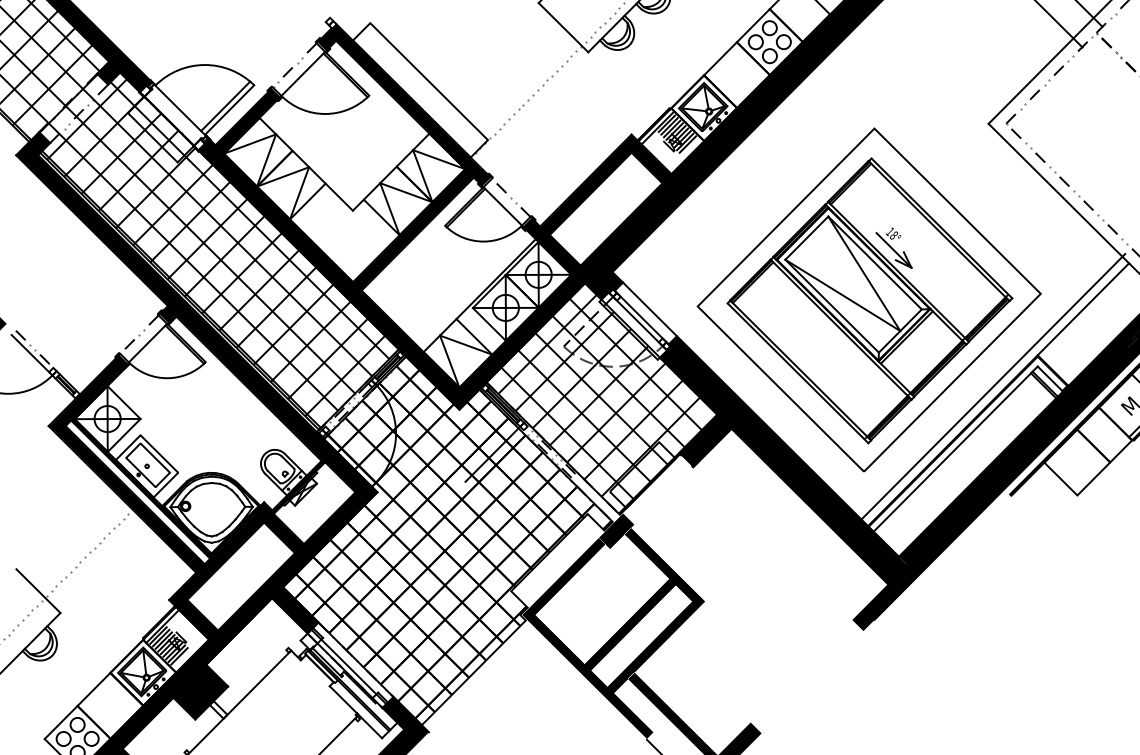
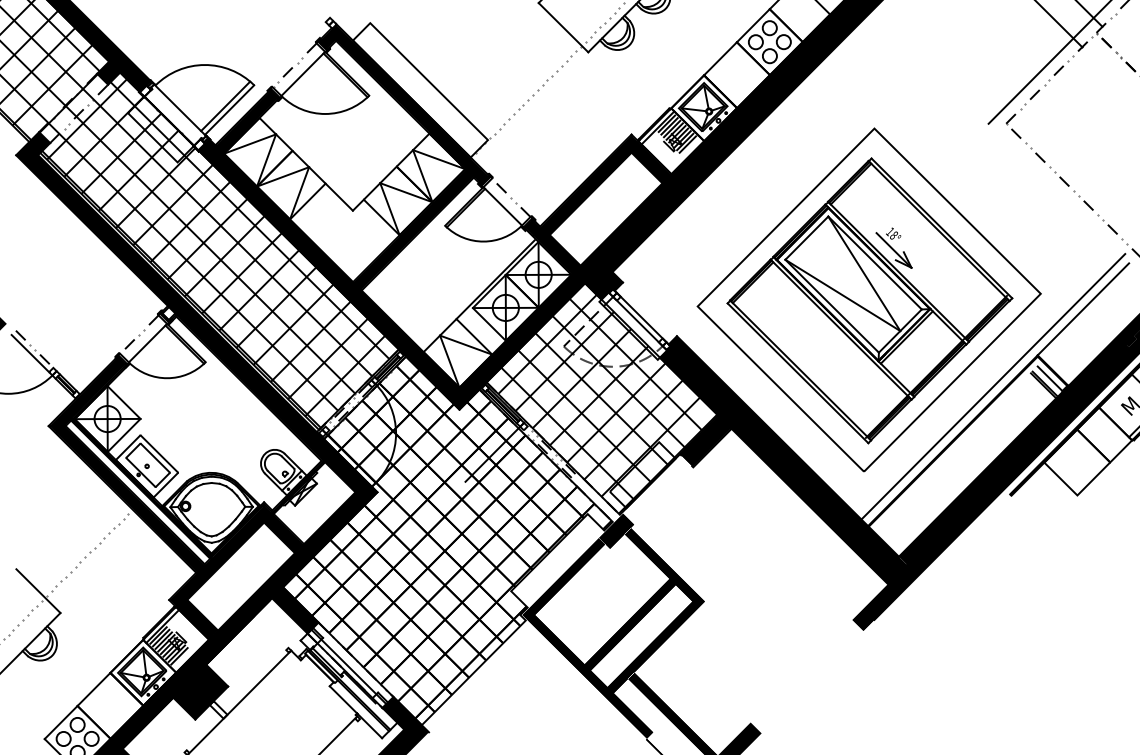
line at (1062, 197): present -> none
line at (649, 309): present -> none
fill at (168, 313): present -> none
line at (955, 448): present -> none
